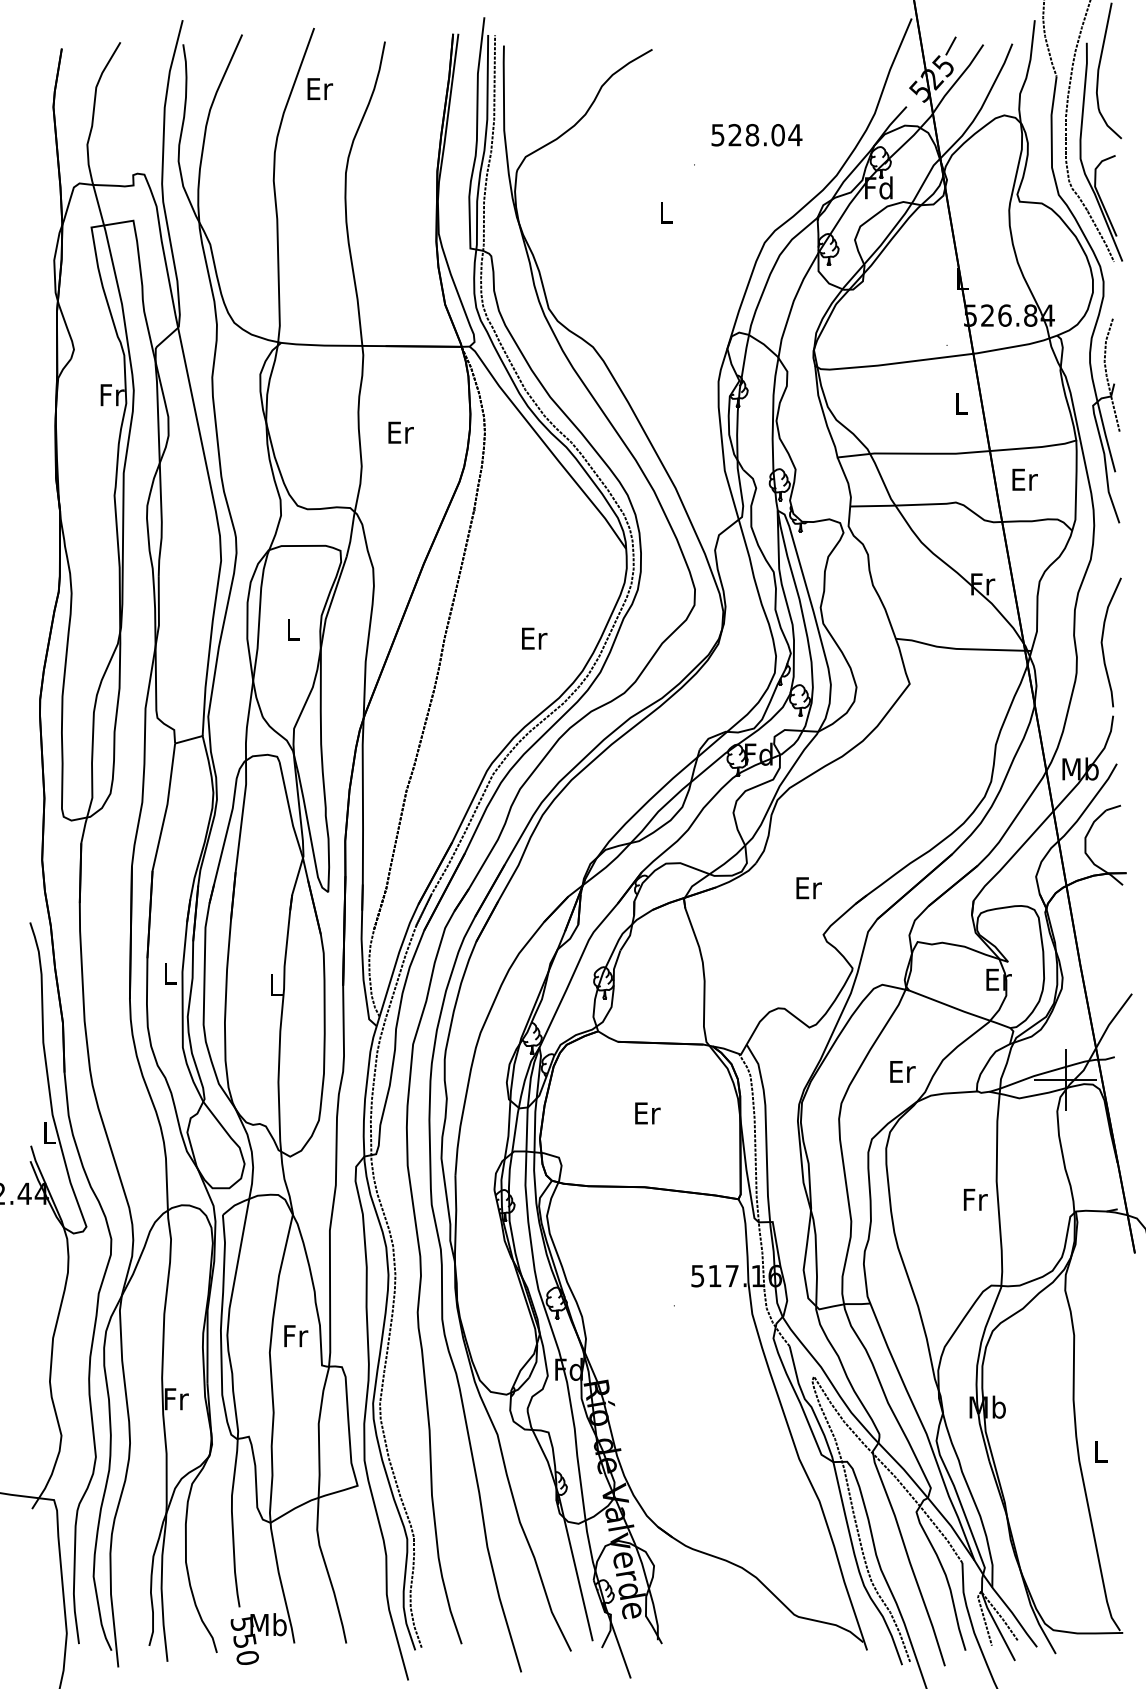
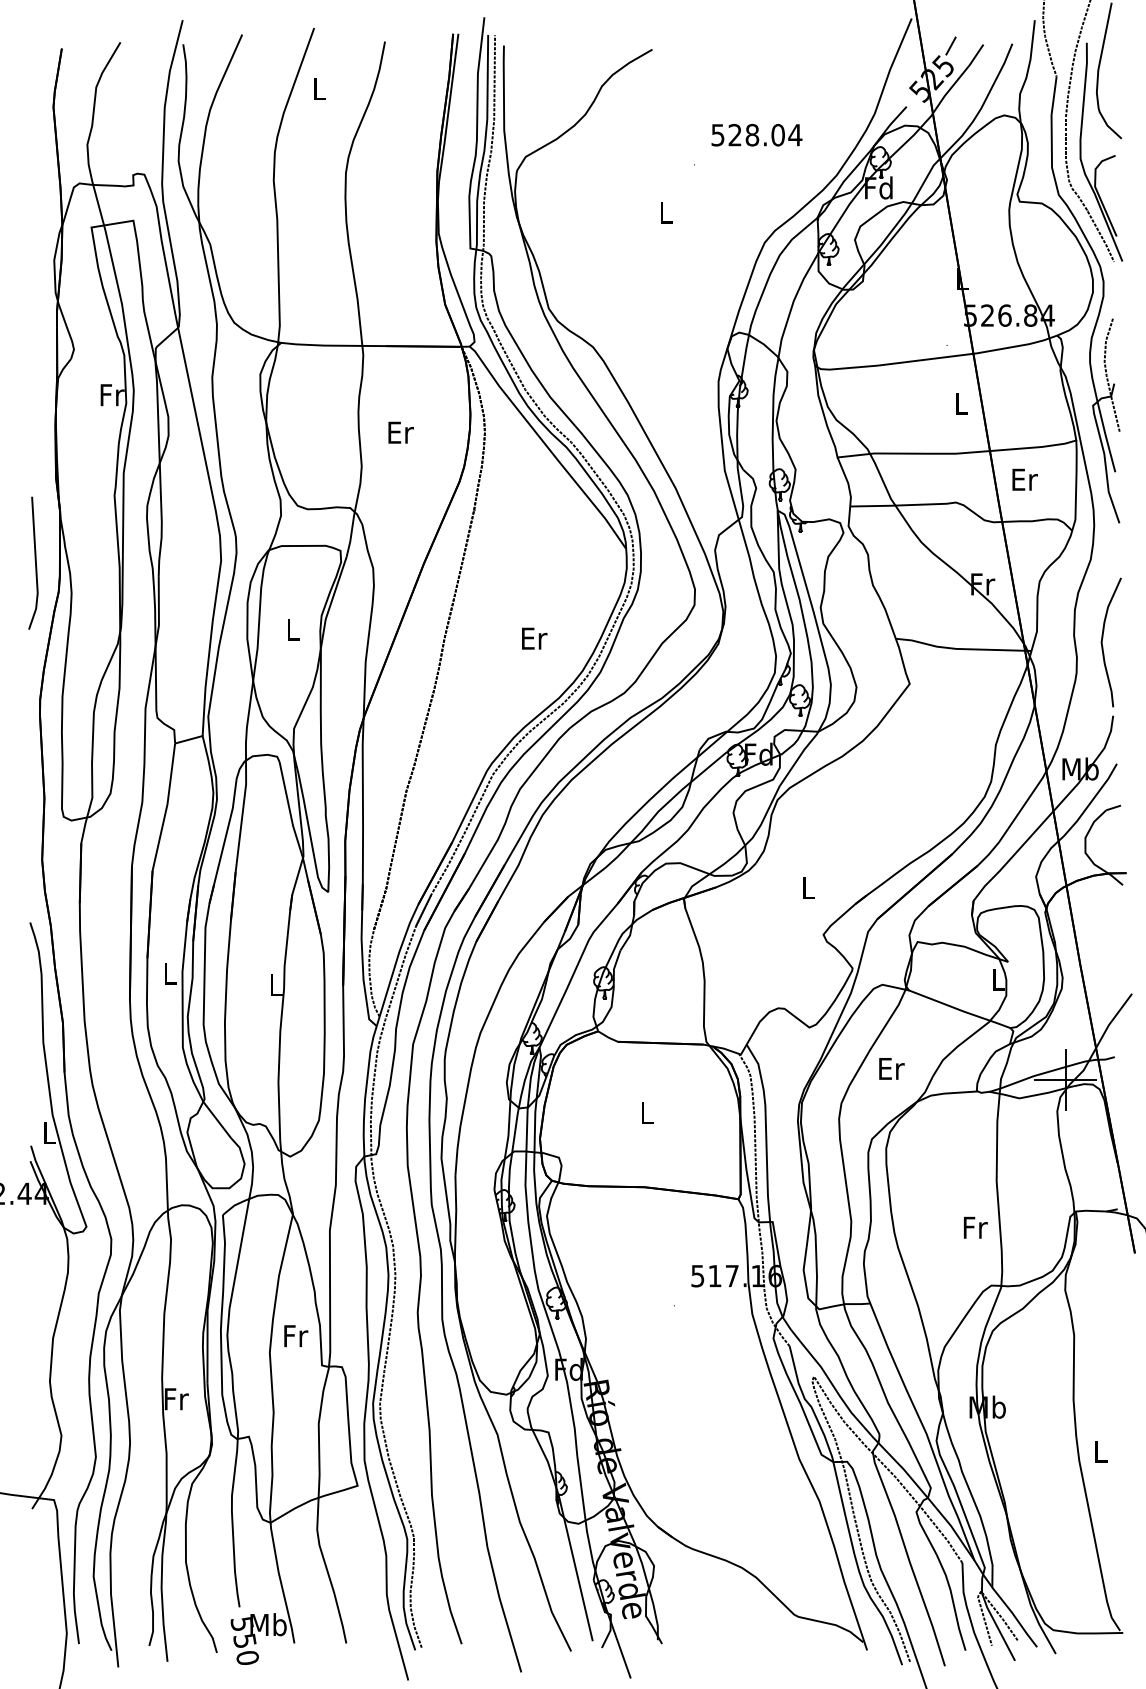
text at (320, 88): Er -> L
line at (35, 562): none -> present
text at (808, 888): Er -> L
text at (998, 979): Er -> L
text at (902, 1071) position: (902, 1071) -> (891, 1068)
text at (647, 1113): Er -> L
text at (975, 1199) position: (975, 1199) -> (975, 1227)
